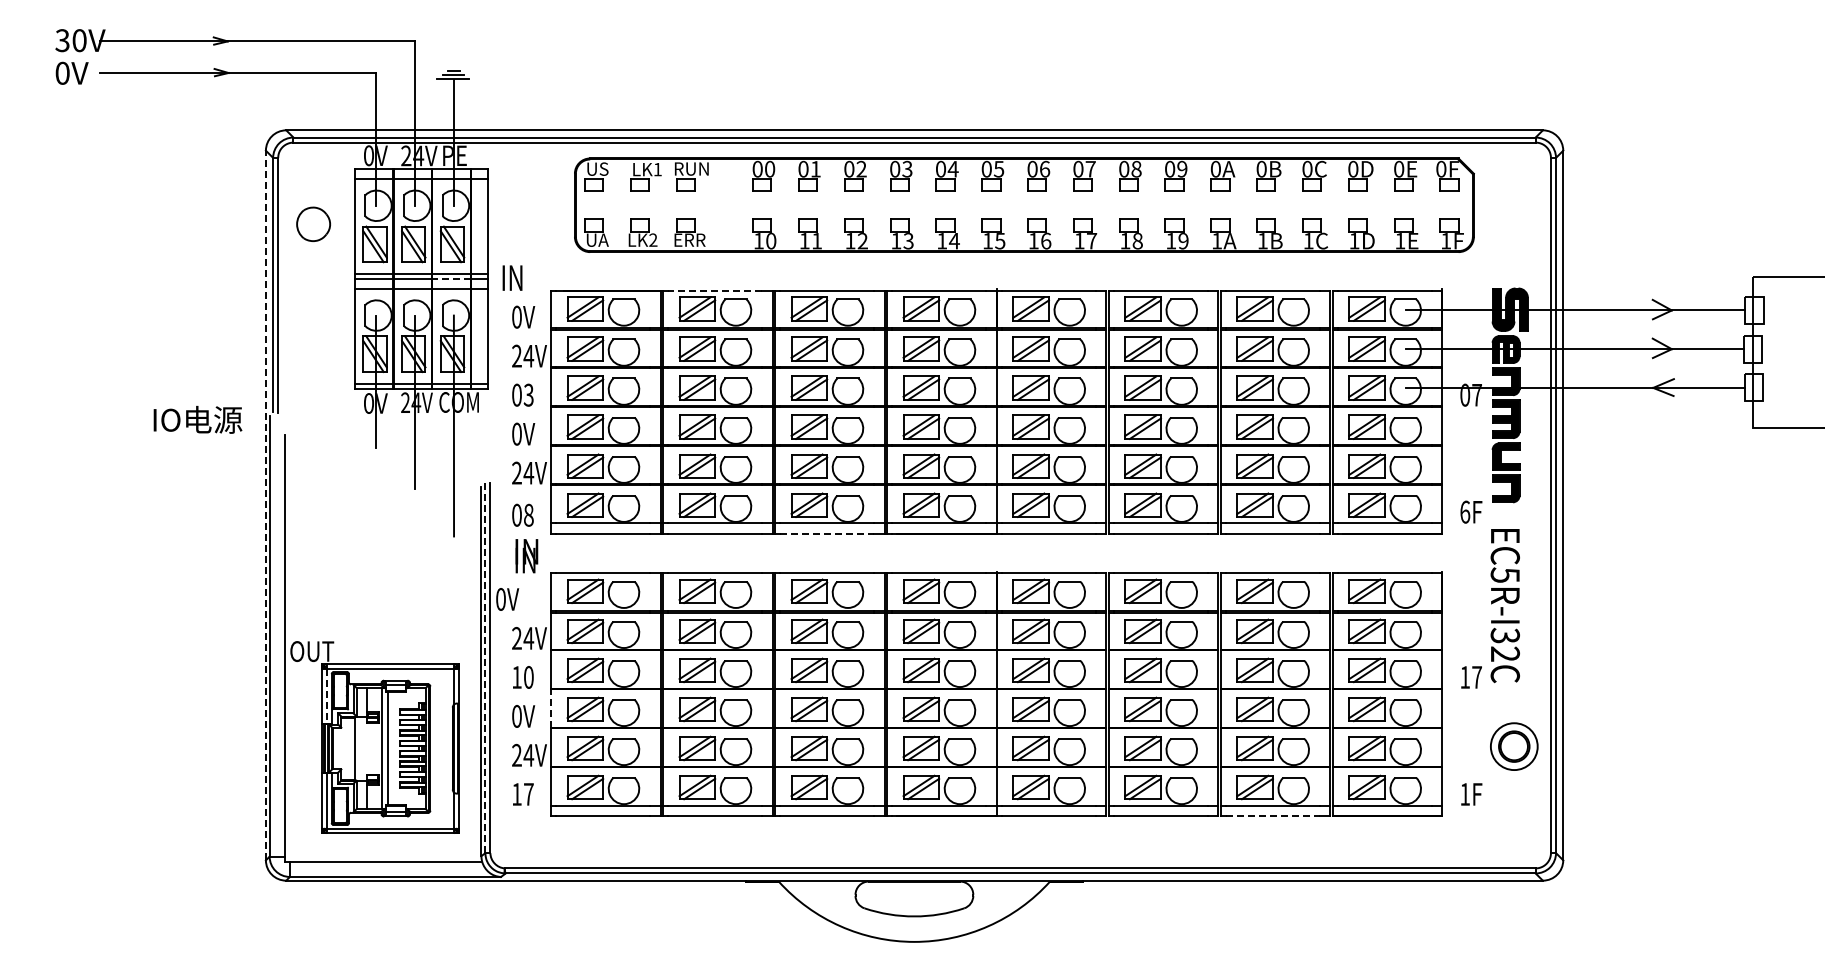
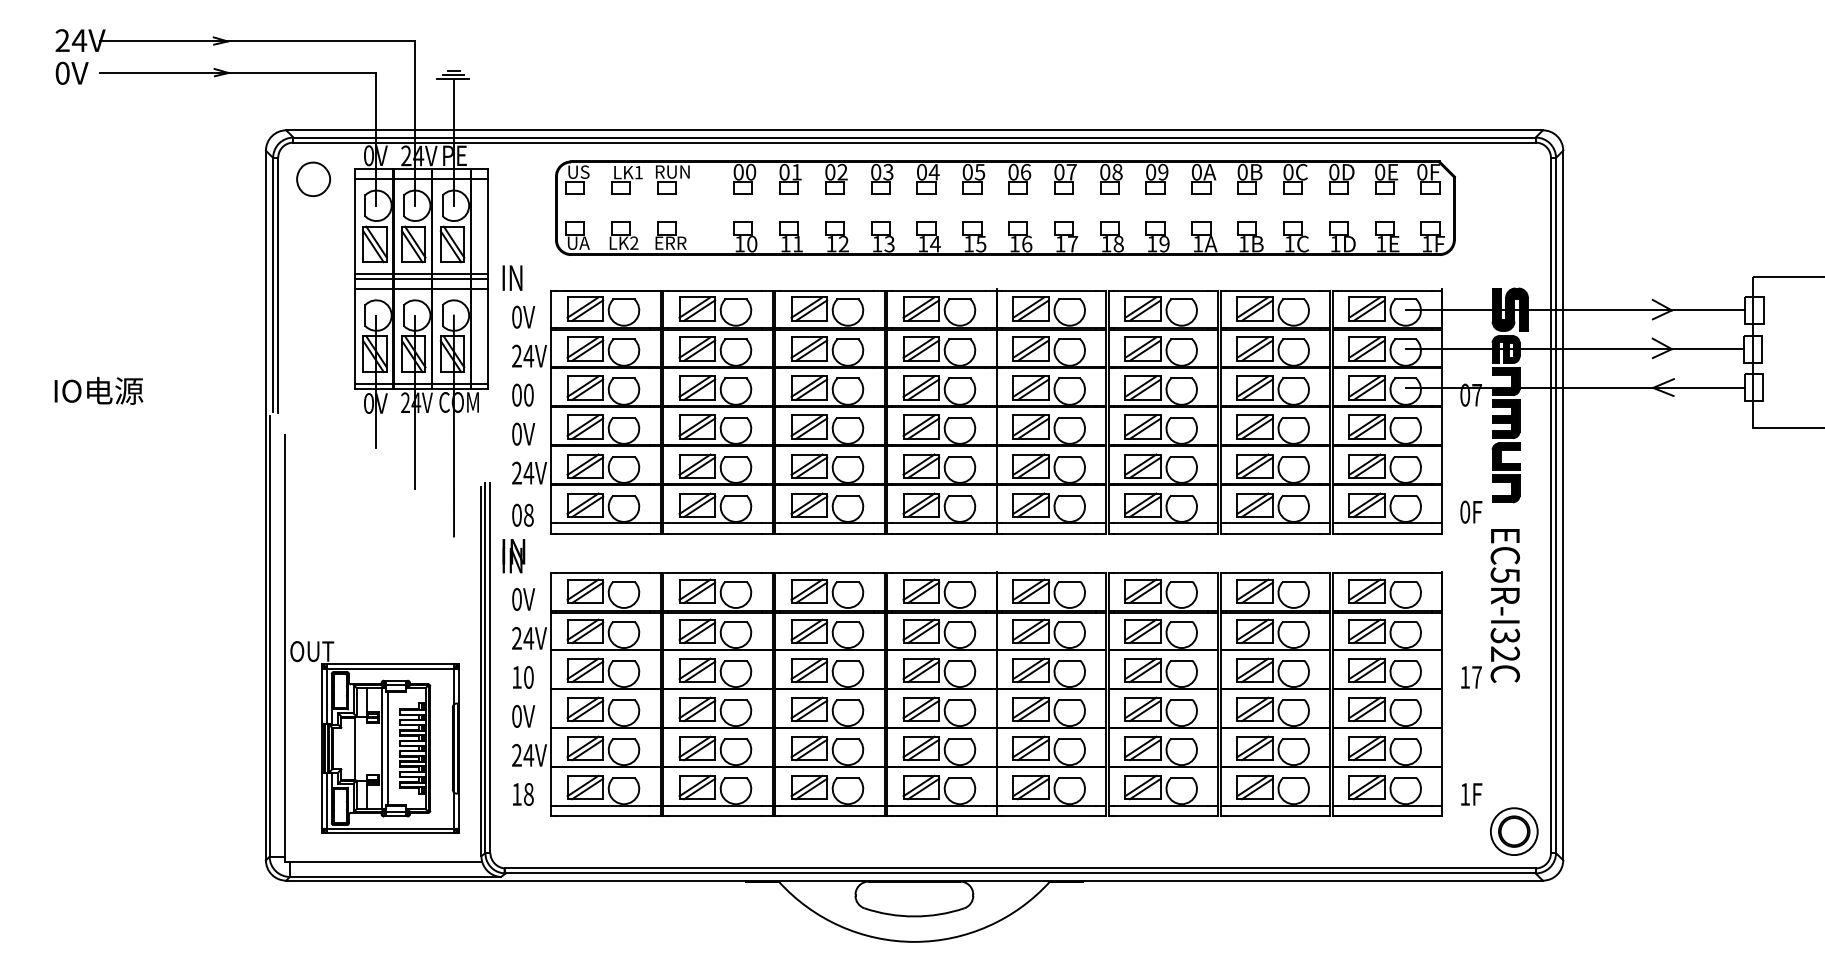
text at (71, 40): 30V -> 24V
part at (1024, 204) position: (1024, 204) -> (1005, 207)
part at (313, 223) position: (313, 223) -> (313, 178)
line at (451, 278): dashed -> solid
line at (714, 290): dashed -> solid
text at (528, 394): 03 -> 00
text at (197, 419) position: (197, 419) -> (98, 390)
line at (265, 505): dashed -> solid
text at (1465, 511): 6F -> 0F
line at (827, 533): dashed -> solid
text at (526, 556) position: (526, 556) -> (513, 556)
text at (507, 599) position: (507, 599) -> (523, 599)
line at (485, 667): dashed -> solid
line at (326, 696): dashed -> solid
line at (550, 708): dashed -> solid
part at (1514, 746) position: (1514, 746) -> (1514, 831)
text at (528, 794): 17 -> 18
line at (1273, 816): dashed -> solid
